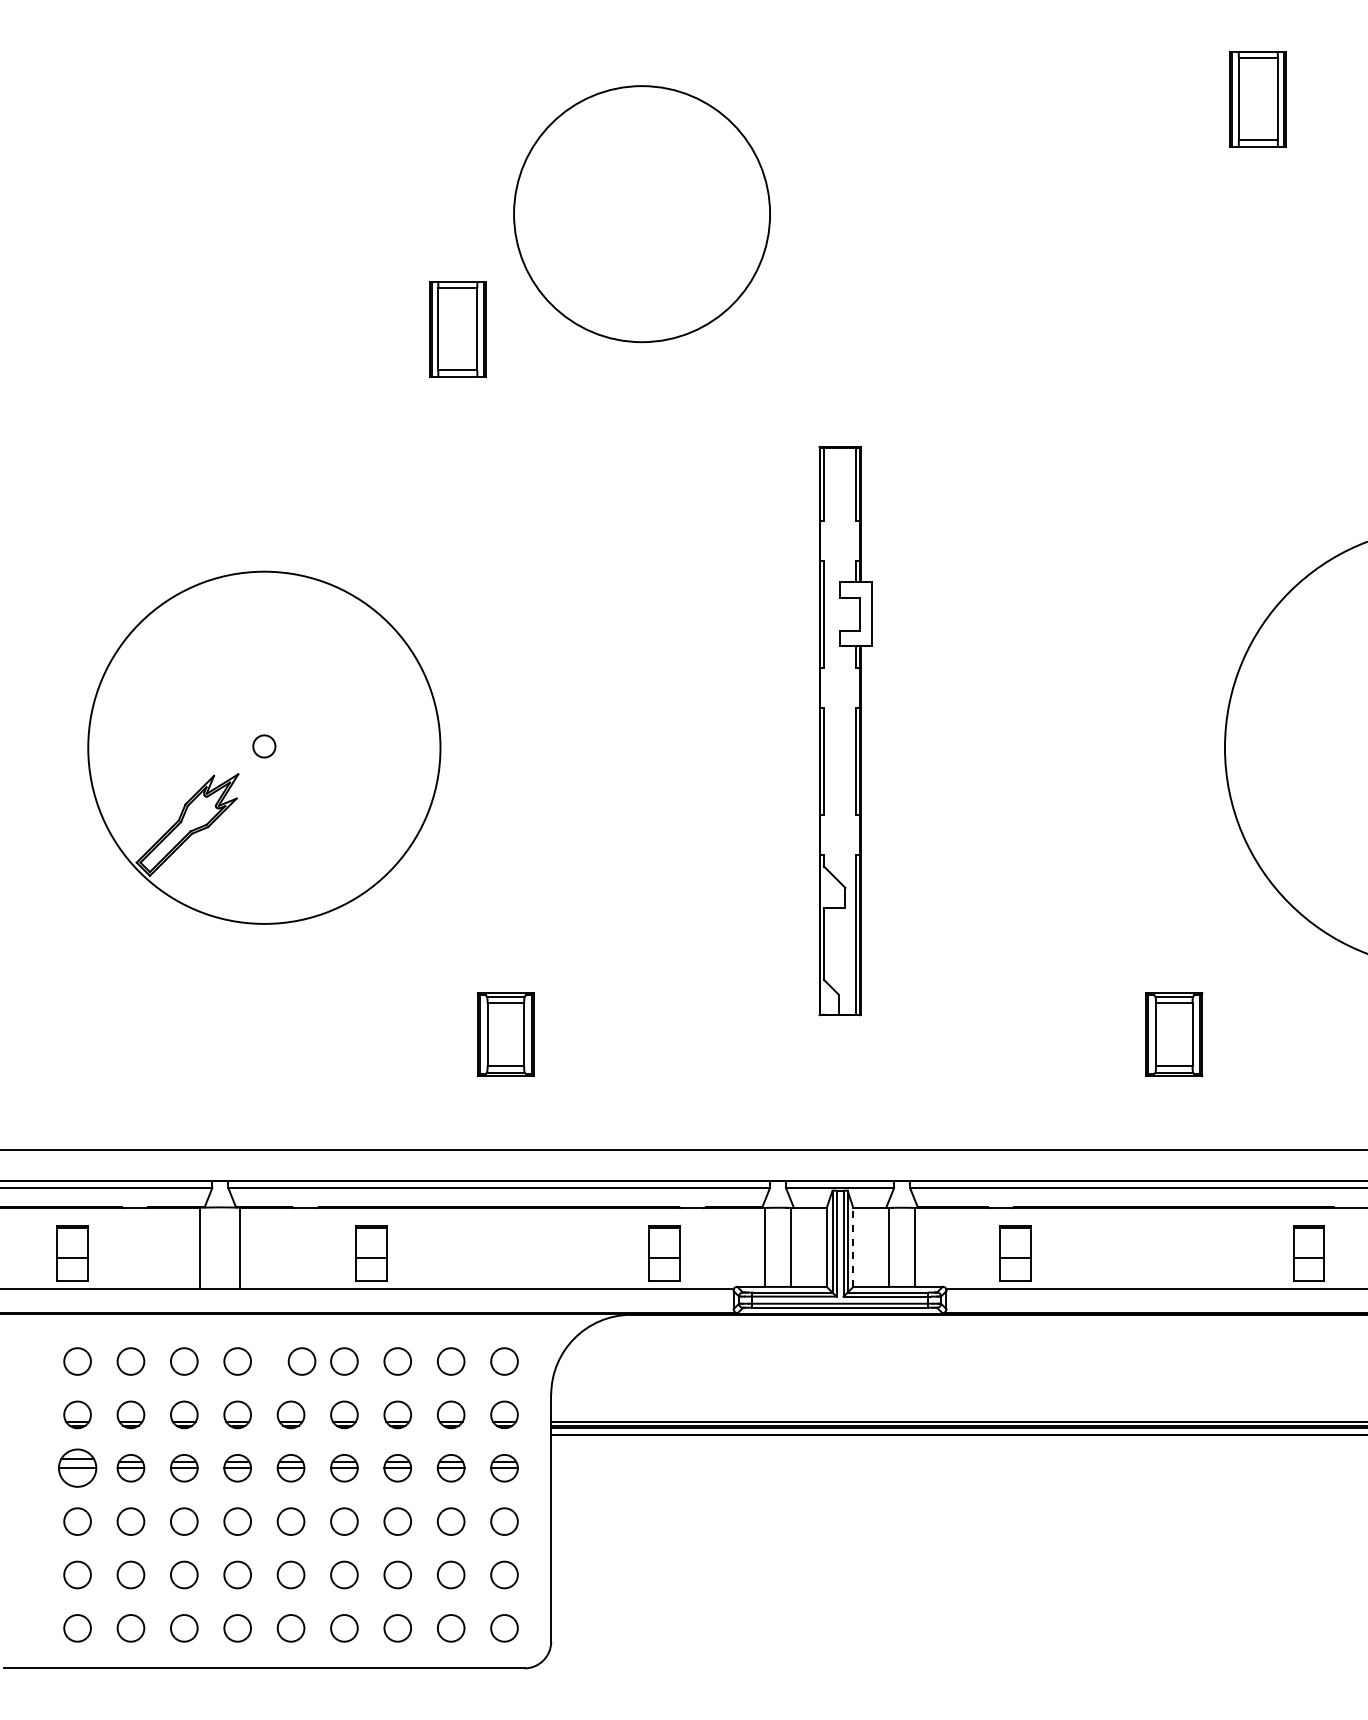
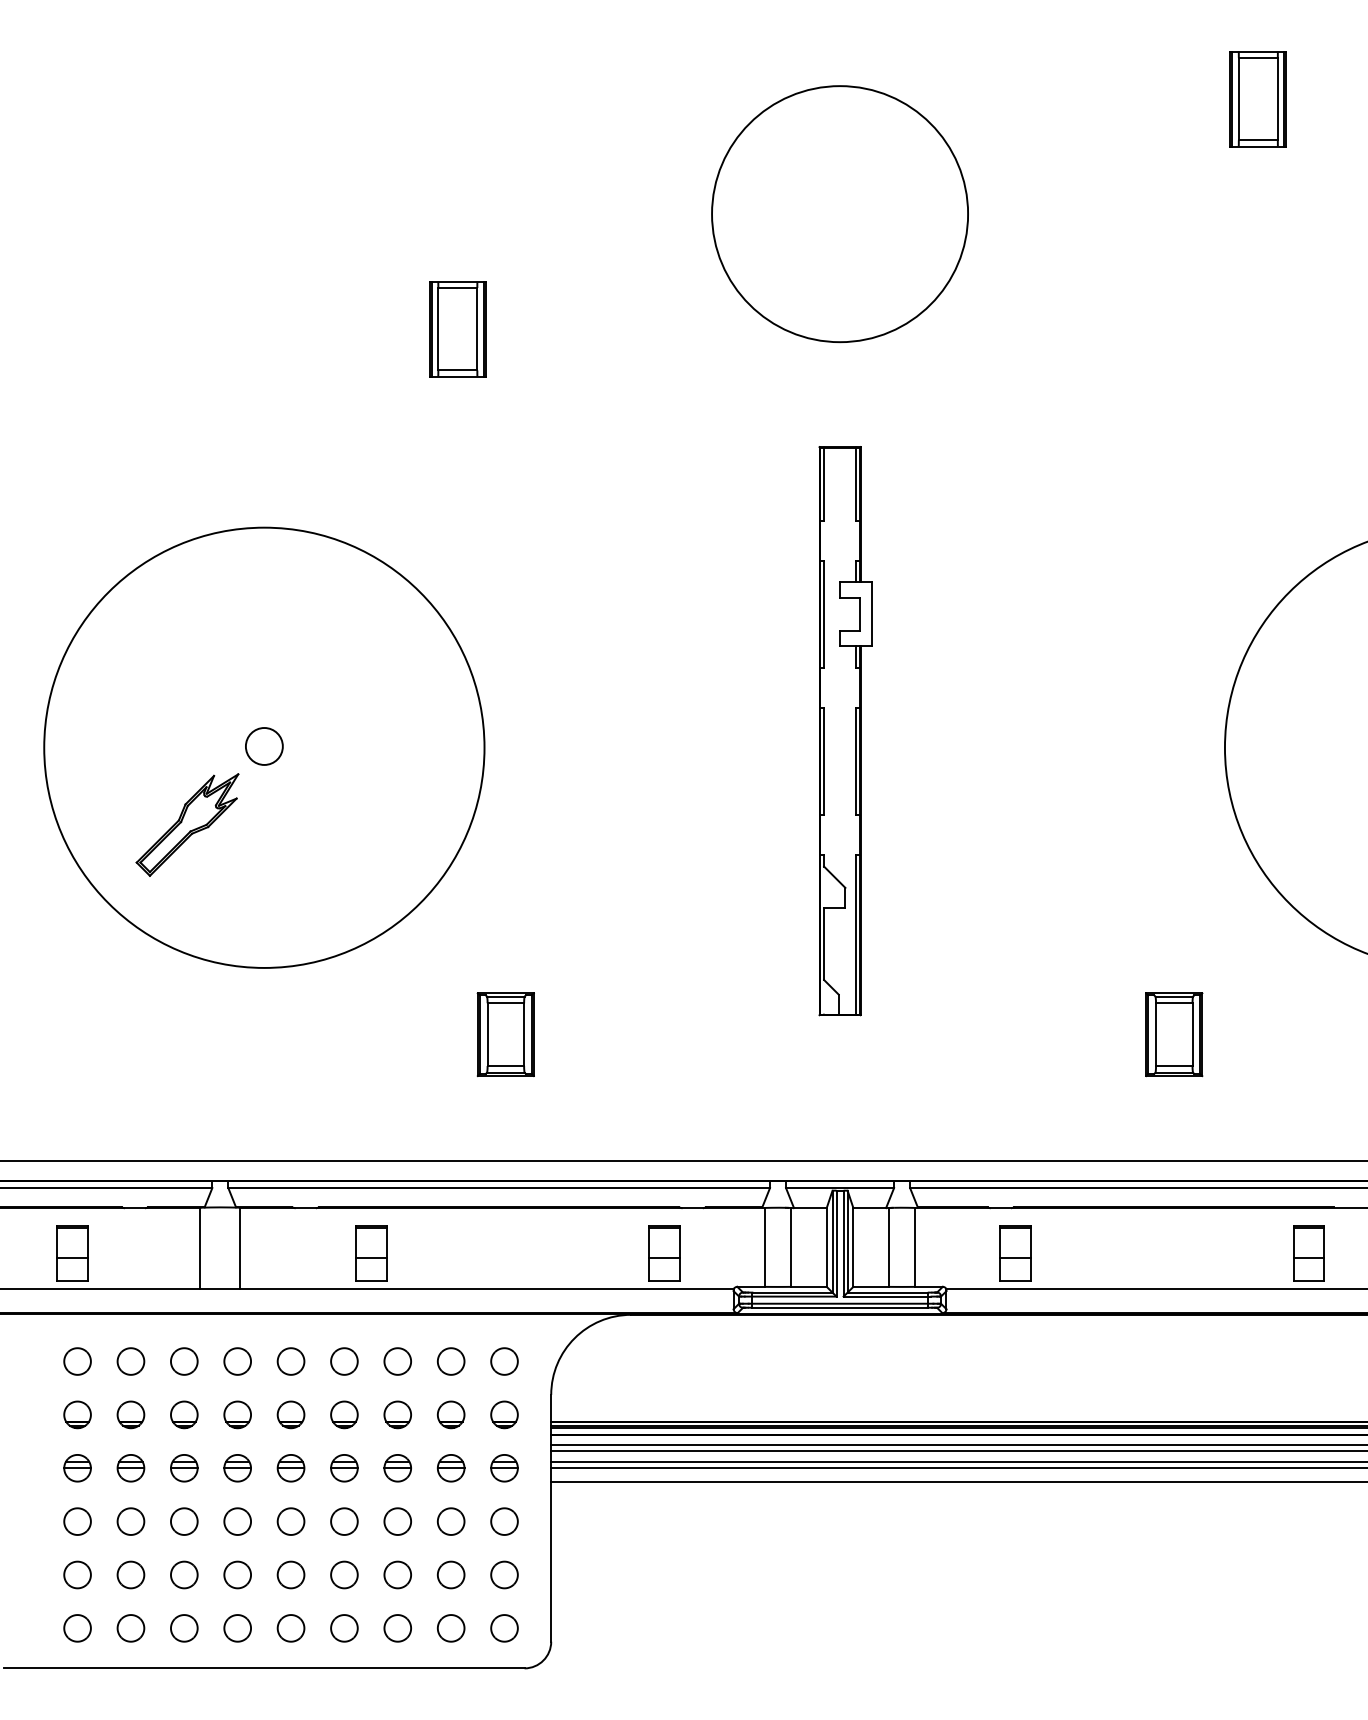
circle at (641, 214) position: (641, 214) -> (839, 214)
circle at (264, 746) diameter: 22 px -> 37 px
circle at (264, 747) diameter: 352 px -> 440 px
line at (683, 1149) position: (683, 1149) -> (683, 1160)
line at (853, 1246): dashed -> solid
part at (301, 1361) position: (301, 1361) -> (290, 1361)
line at (957, 1445): none -> present
line at (957, 1450): none -> present
line at (957, 1461): none -> present
part at (77, 1467) size: 40x40 px -> 29x29 px
line at (957, 1468): none -> present
line at (957, 1481): none -> present
